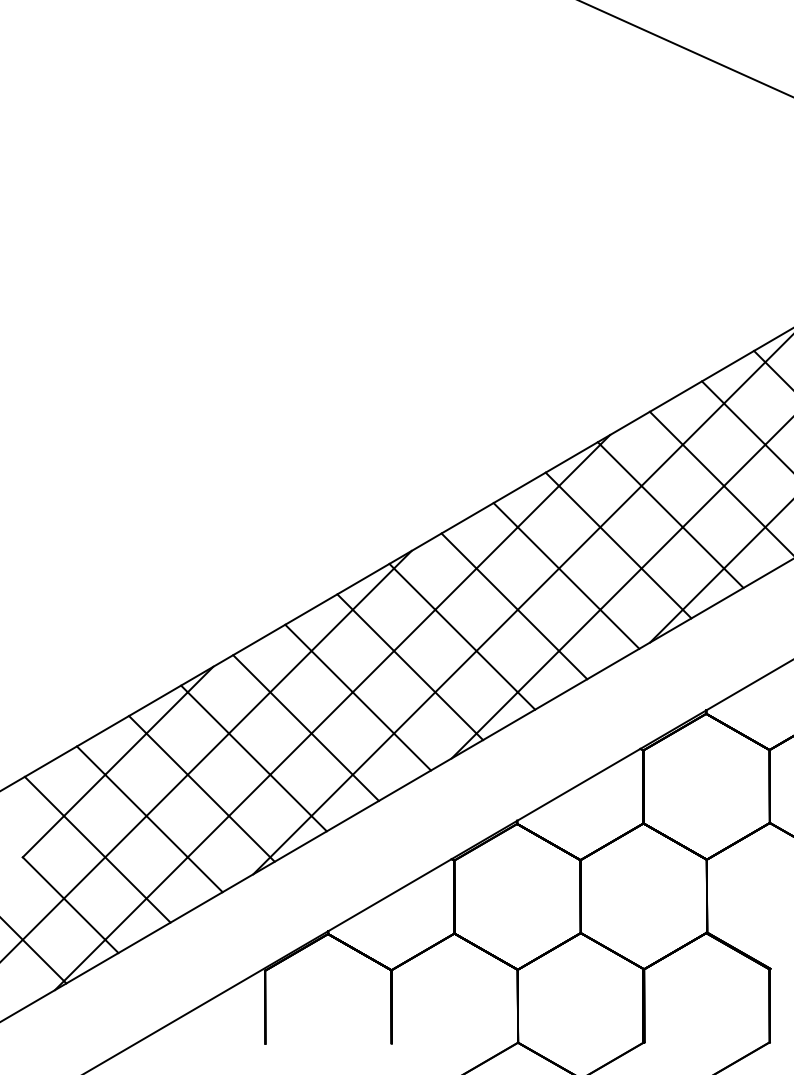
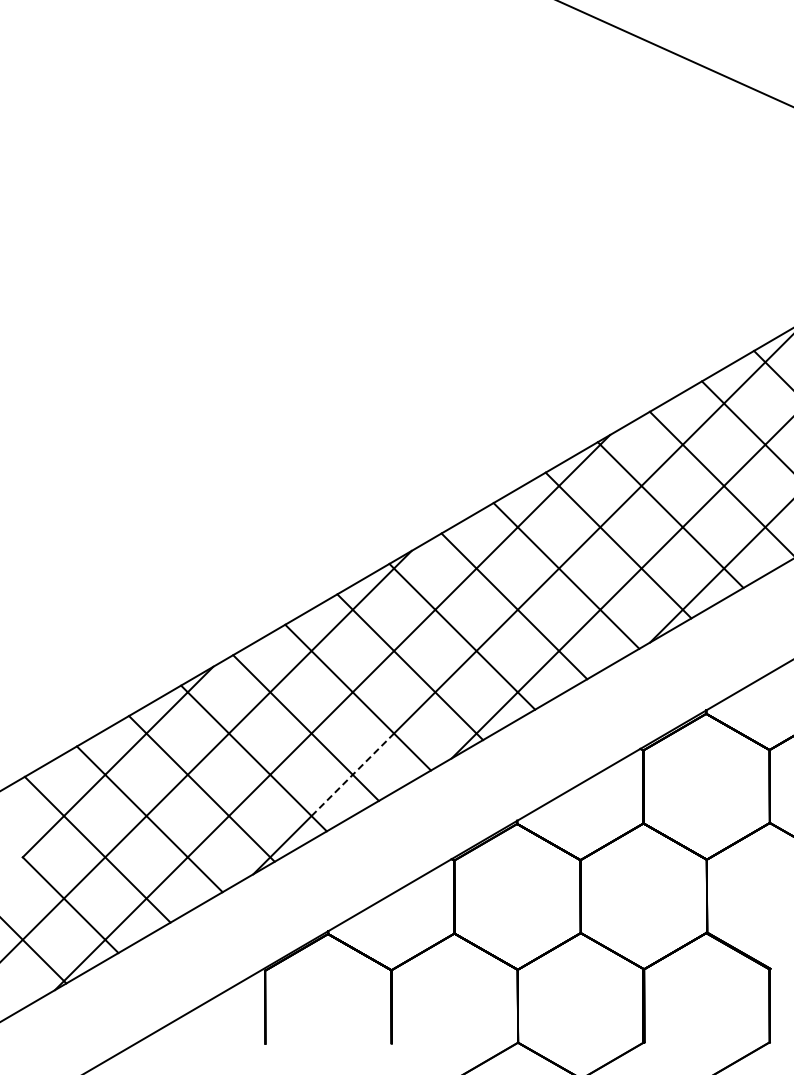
line at (686, 48) position: (686, 48) -> (675, 53)
line at (353, 774): solid -> dashed
